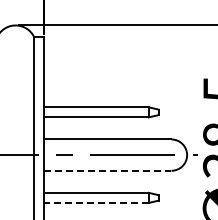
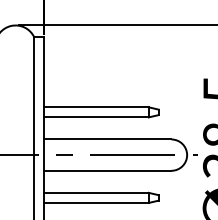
line at (107, 170): dashed -> solid
line at (96, 202): dashed -> solid
